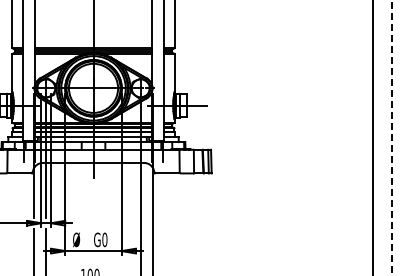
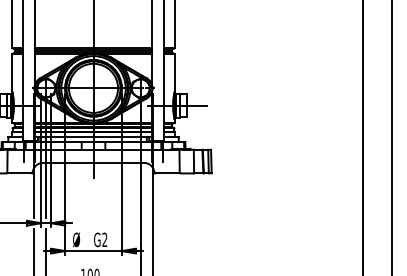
line at (373, 137) position: (373, 137) -> (363, 137)
line at (391, 137): dashed -> solid
text at (104, 239): G0 -> G2
